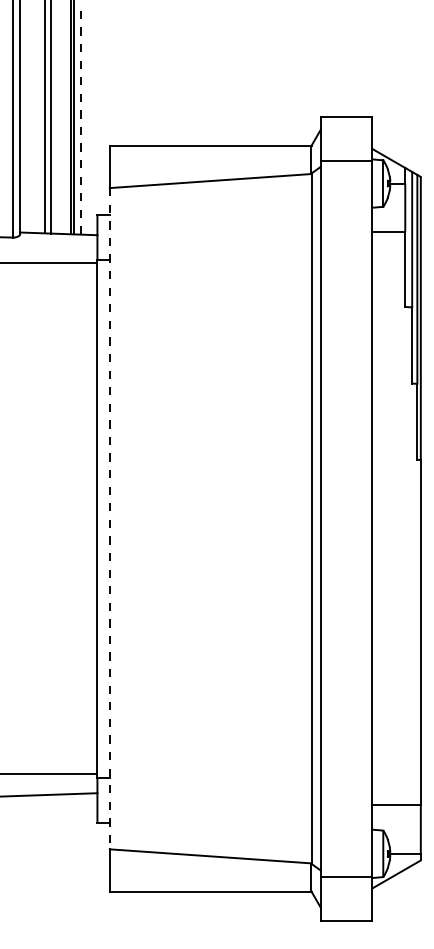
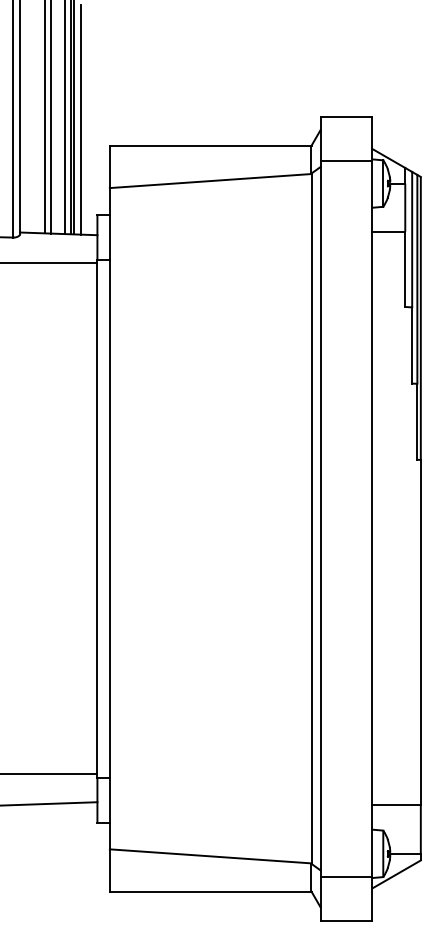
line at (64, 118): none -> present
line at (81, 119): dashed -> solid
line at (109, 518): dashed -> solid
line at (49, 794) position: (49, 794) -> (49, 803)
